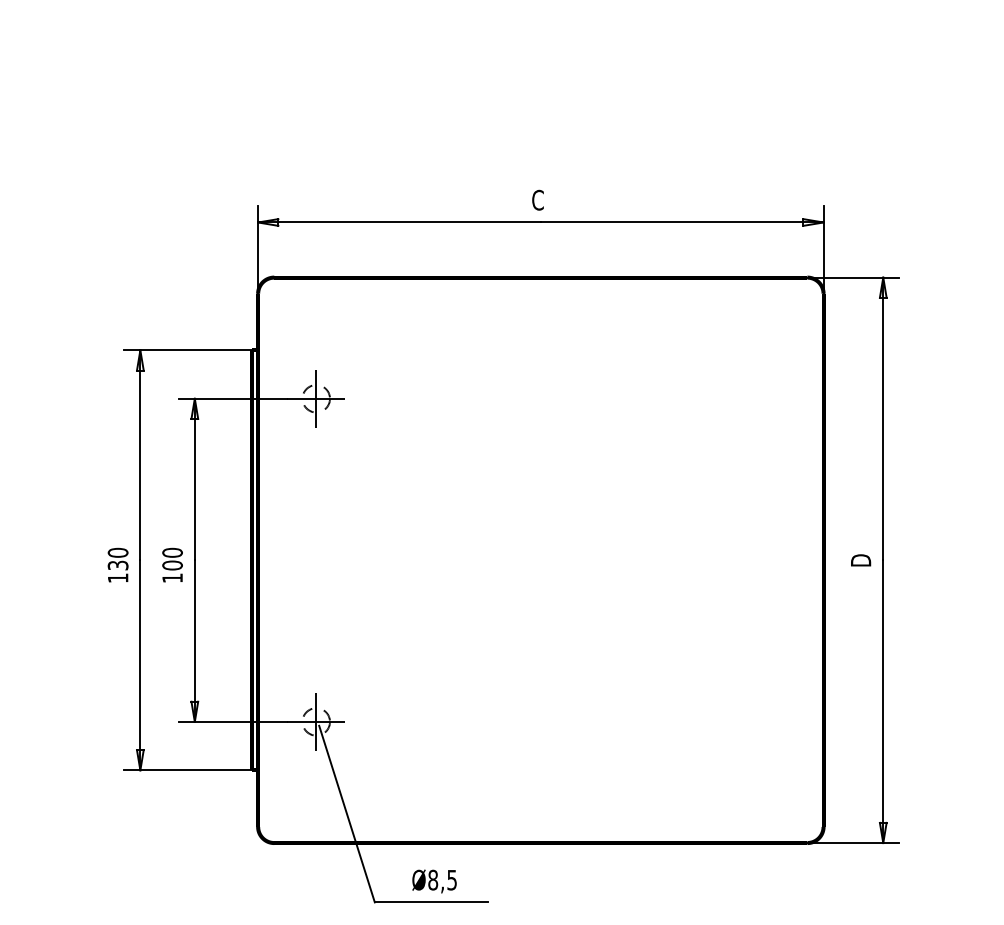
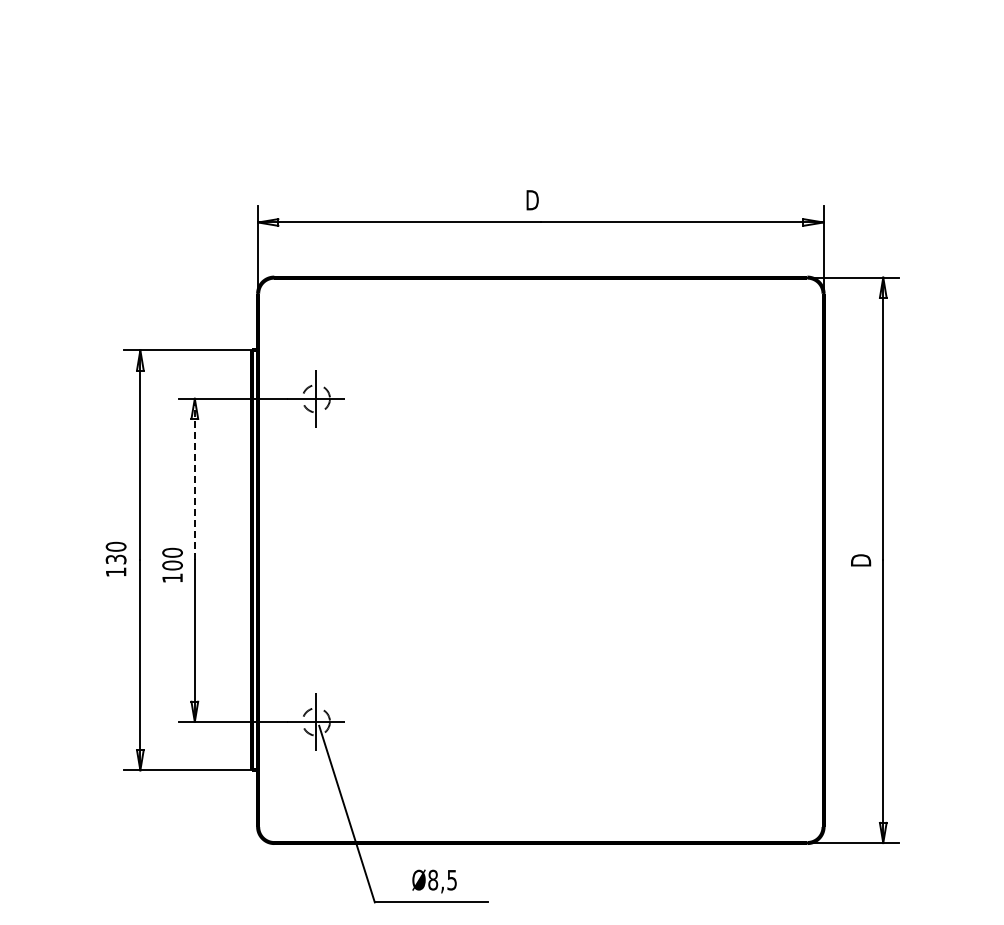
text at (534, 199): C -> D
line at (194, 479): solid -> dashed
text at (117, 564) position: (117, 564) -> (115, 558)
